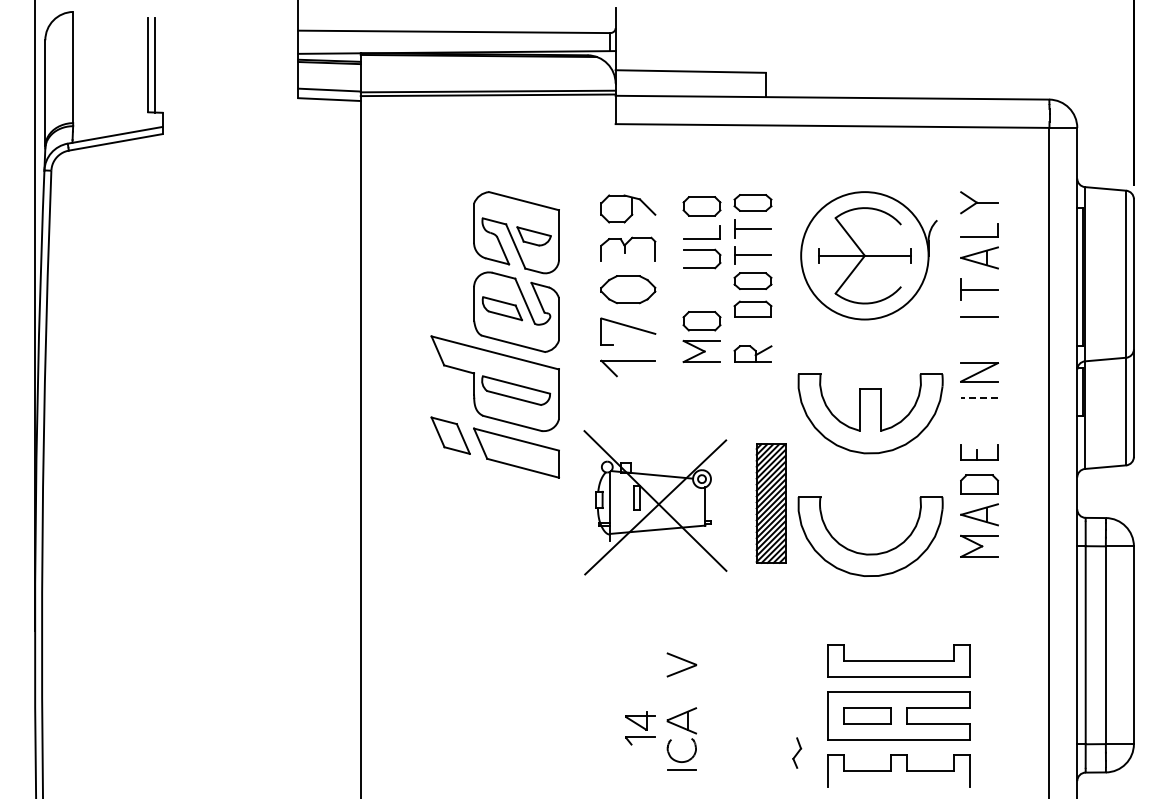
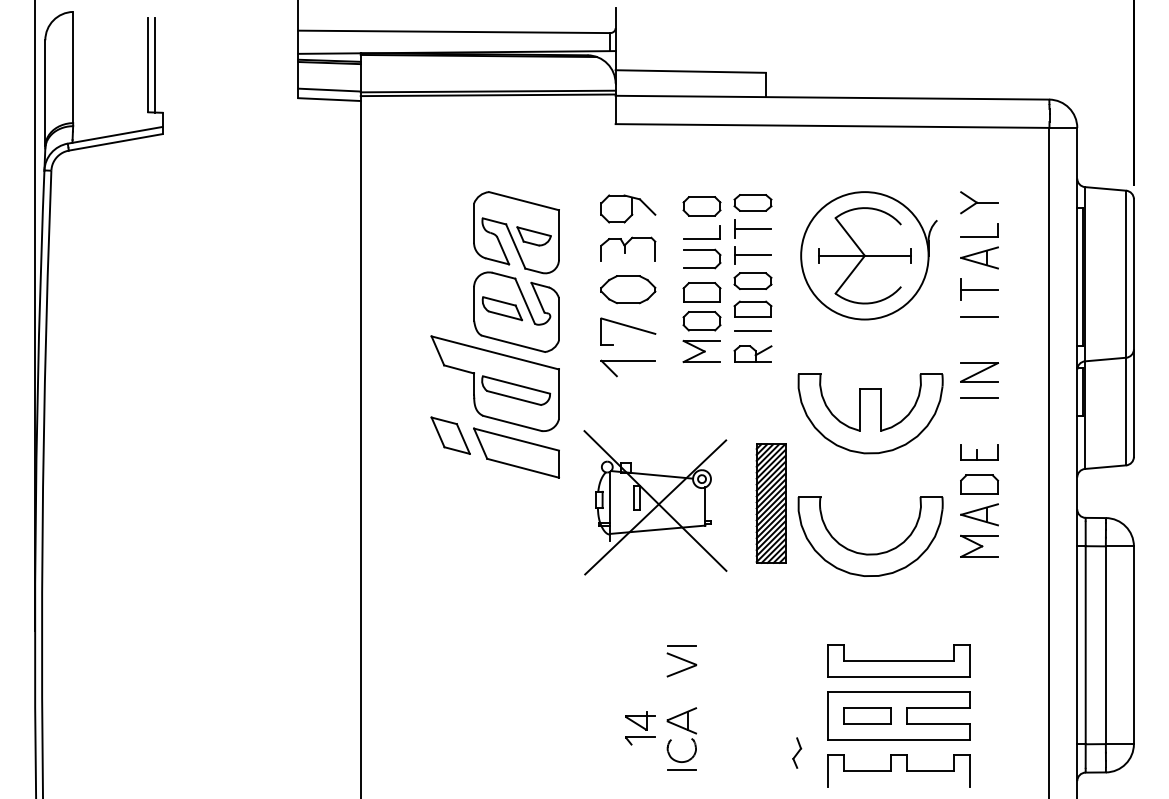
part at (701, 292): none -> present
line at (752, 331): none -> present
line at (979, 398): dashed -> solid
line at (681, 645): none -> present
